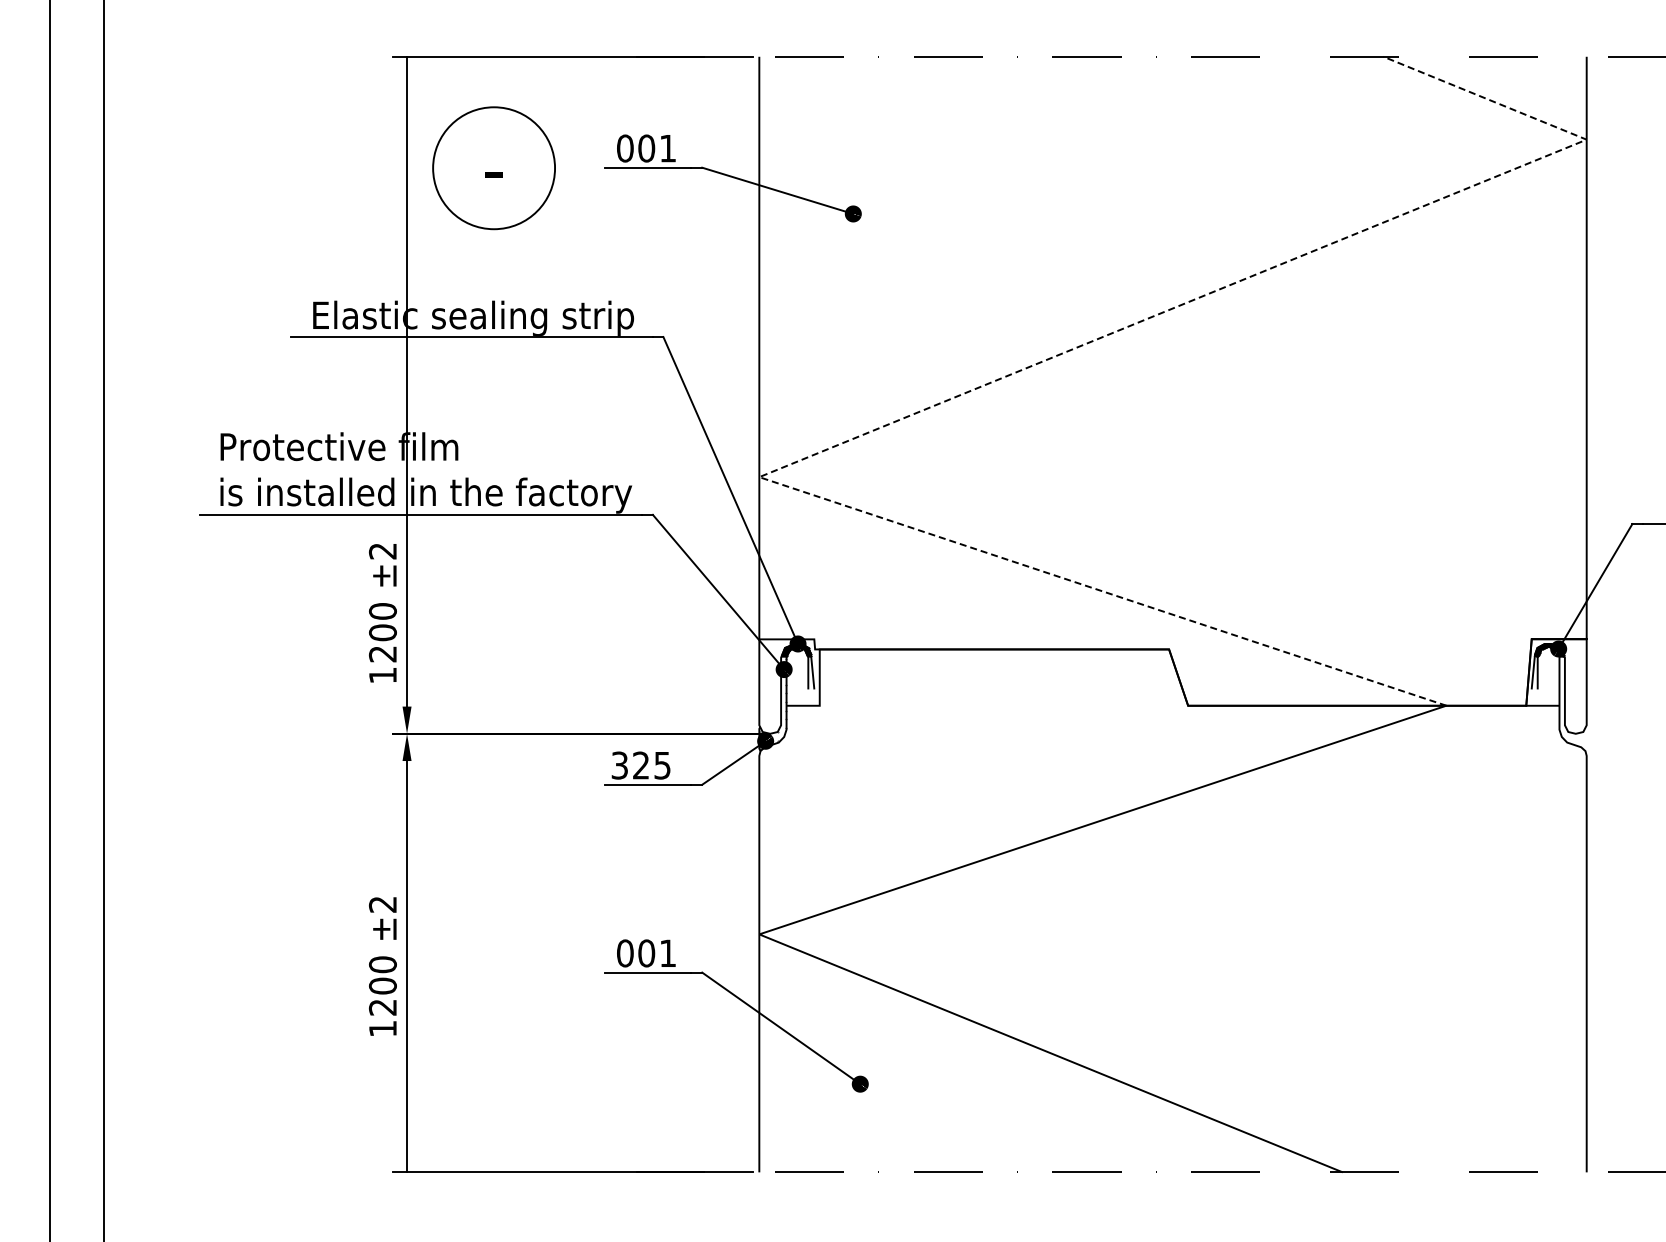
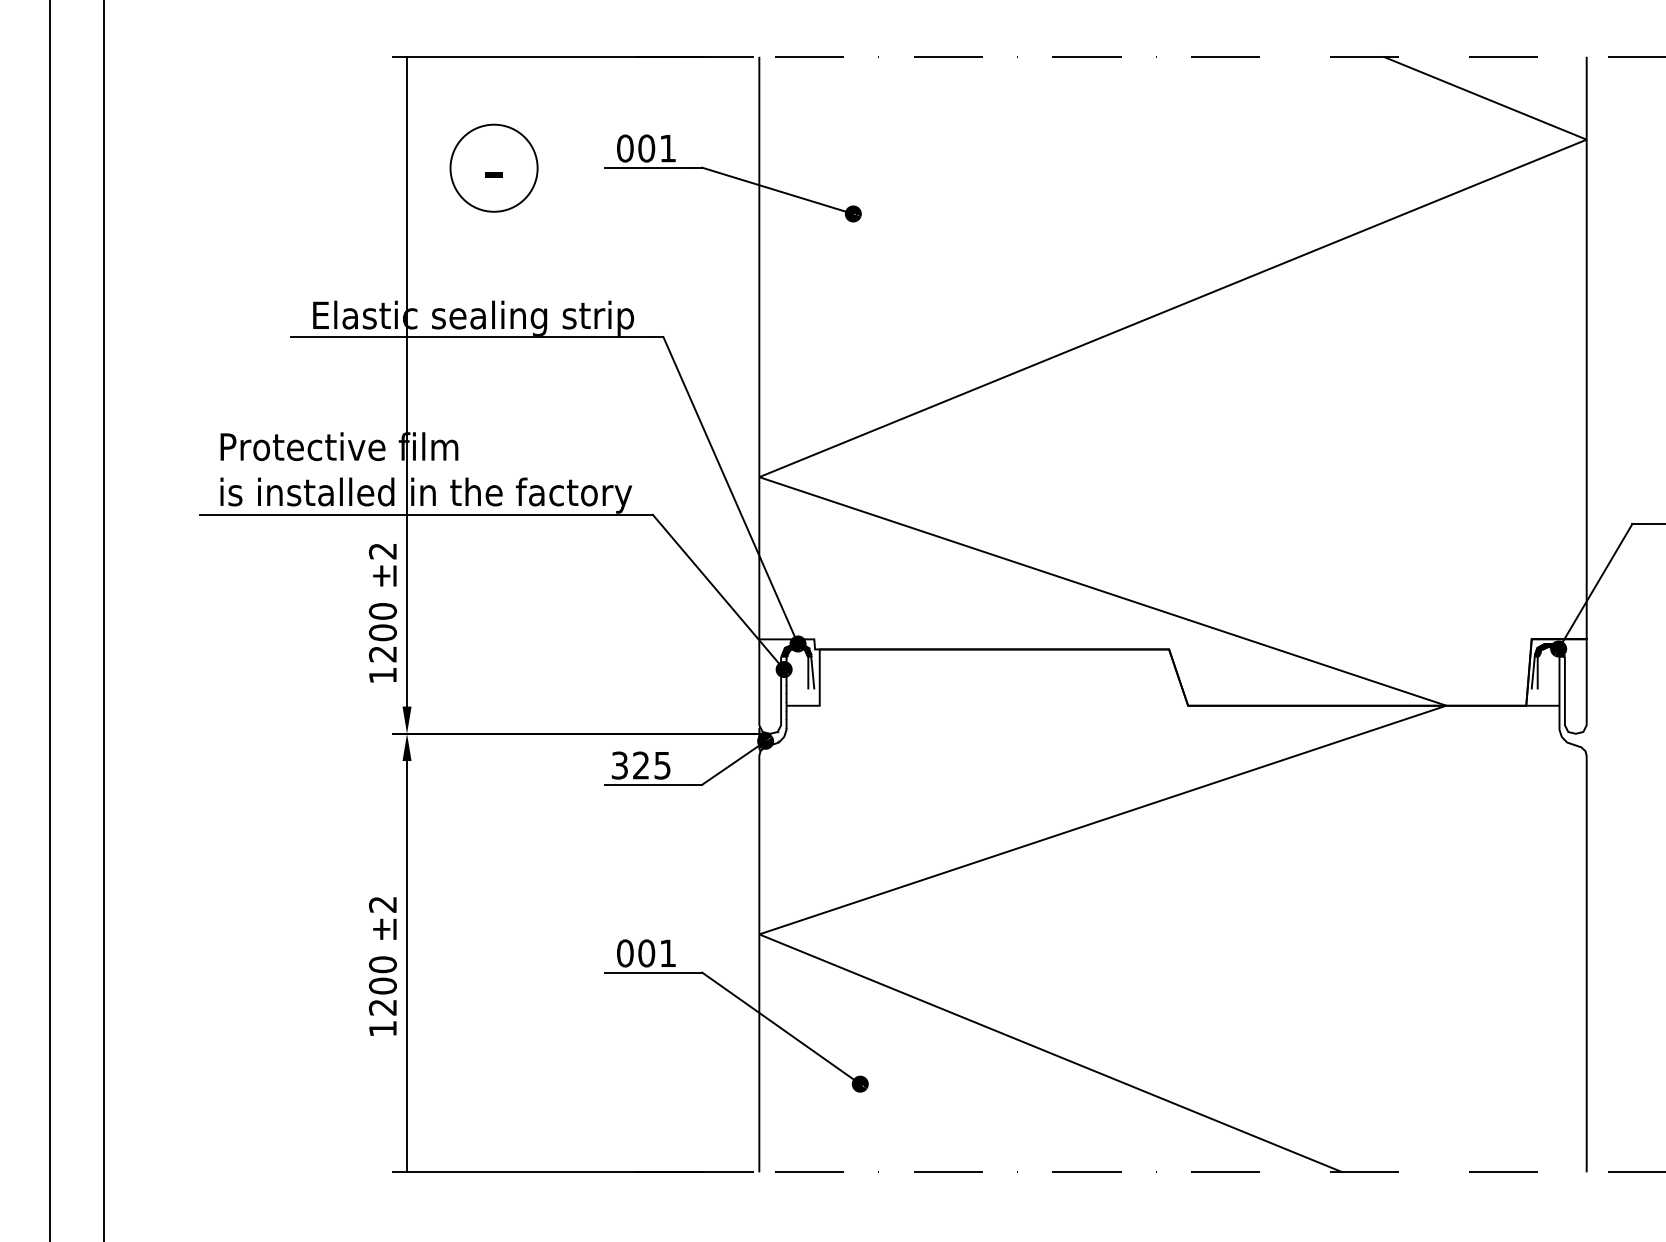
circle at (494, 168) diameter: 122 px -> 87 px
line at (939, 403): dashed -> solid
